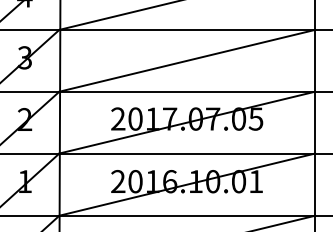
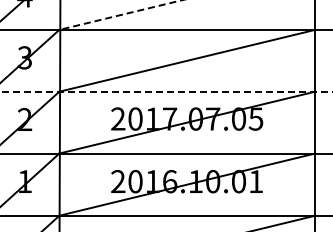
line at (120, 15): solid -> dashed
line at (166, 91): solid -> dashed
